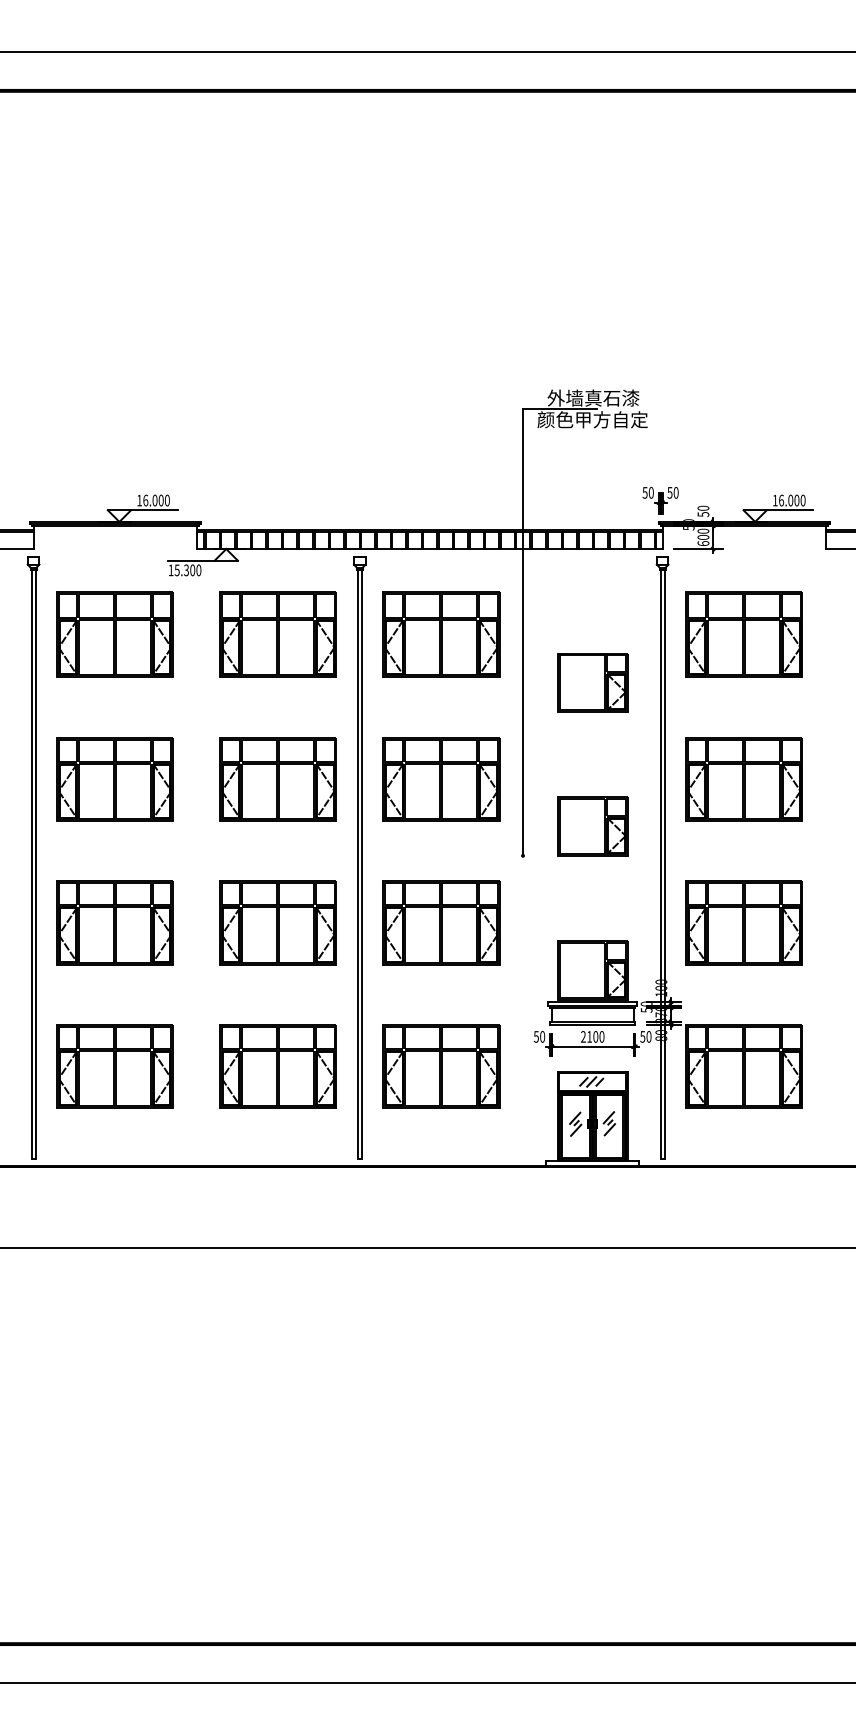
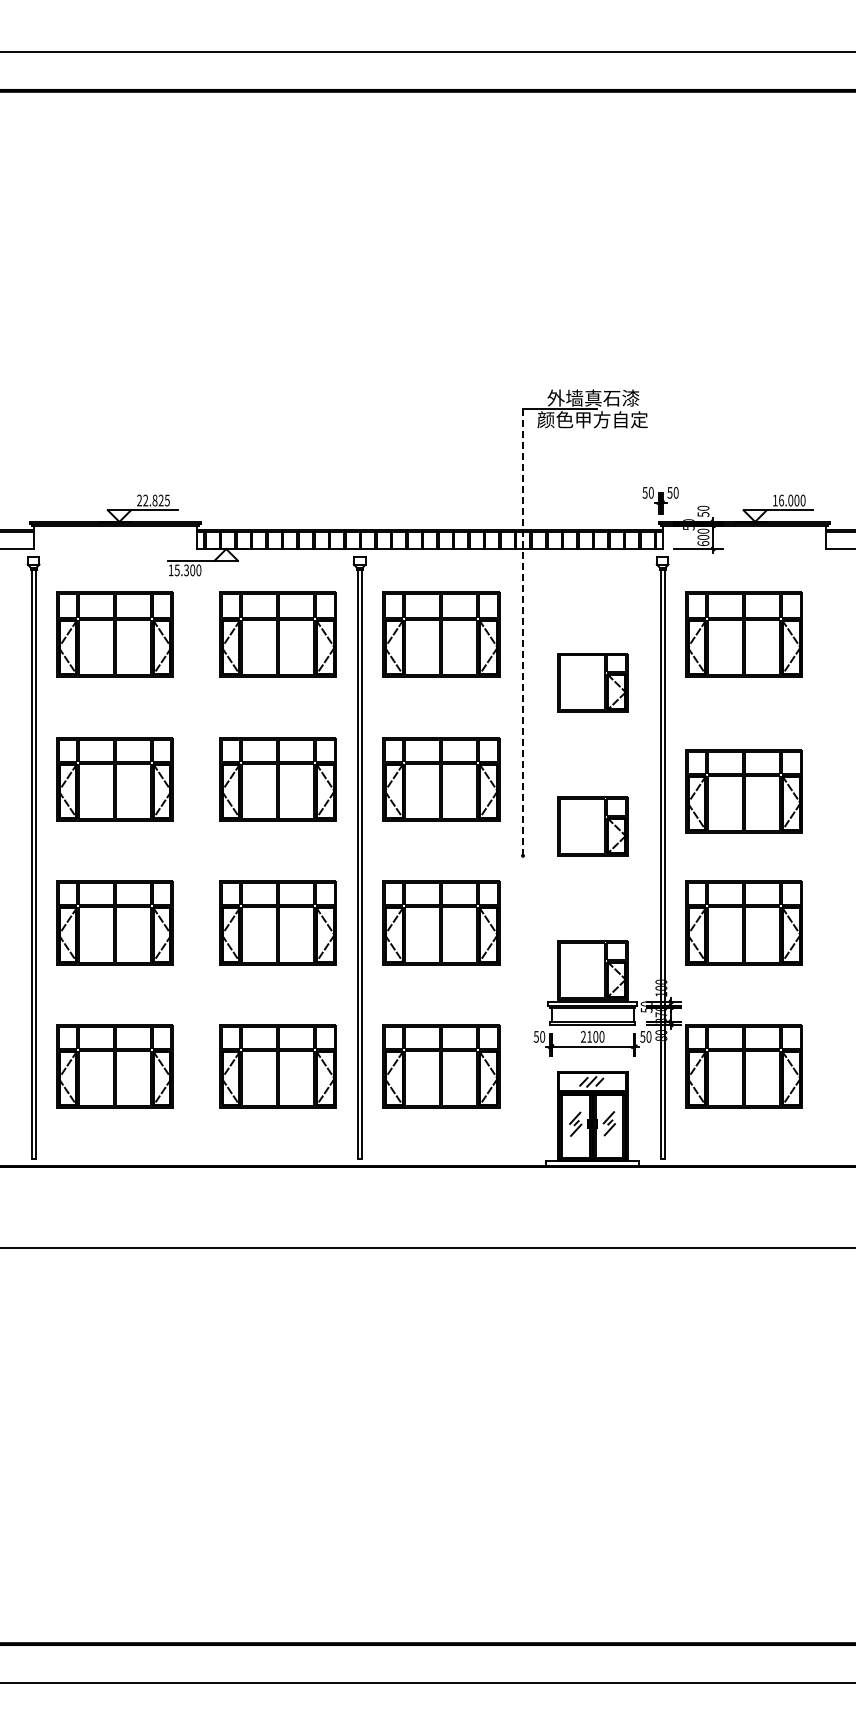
text at (153, 500): 16.000 -> 22.825
line at (523, 632): solid -> dashed
part at (743, 779) position: (743, 779) -> (743, 791)
